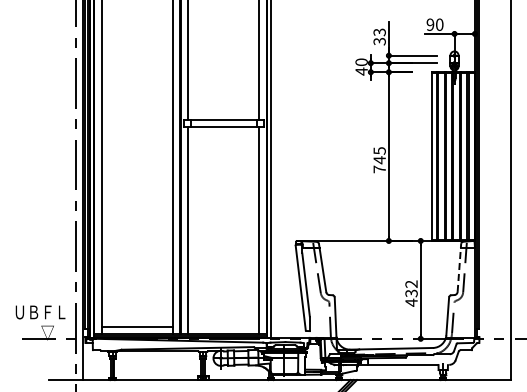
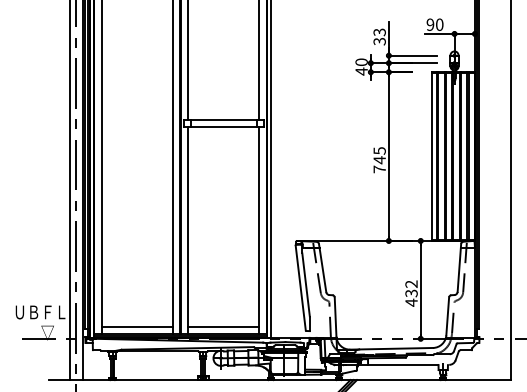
line at (69, 191): none -> present
line at (459, 267): dashed -> solid
line at (223, 327): none -> present
